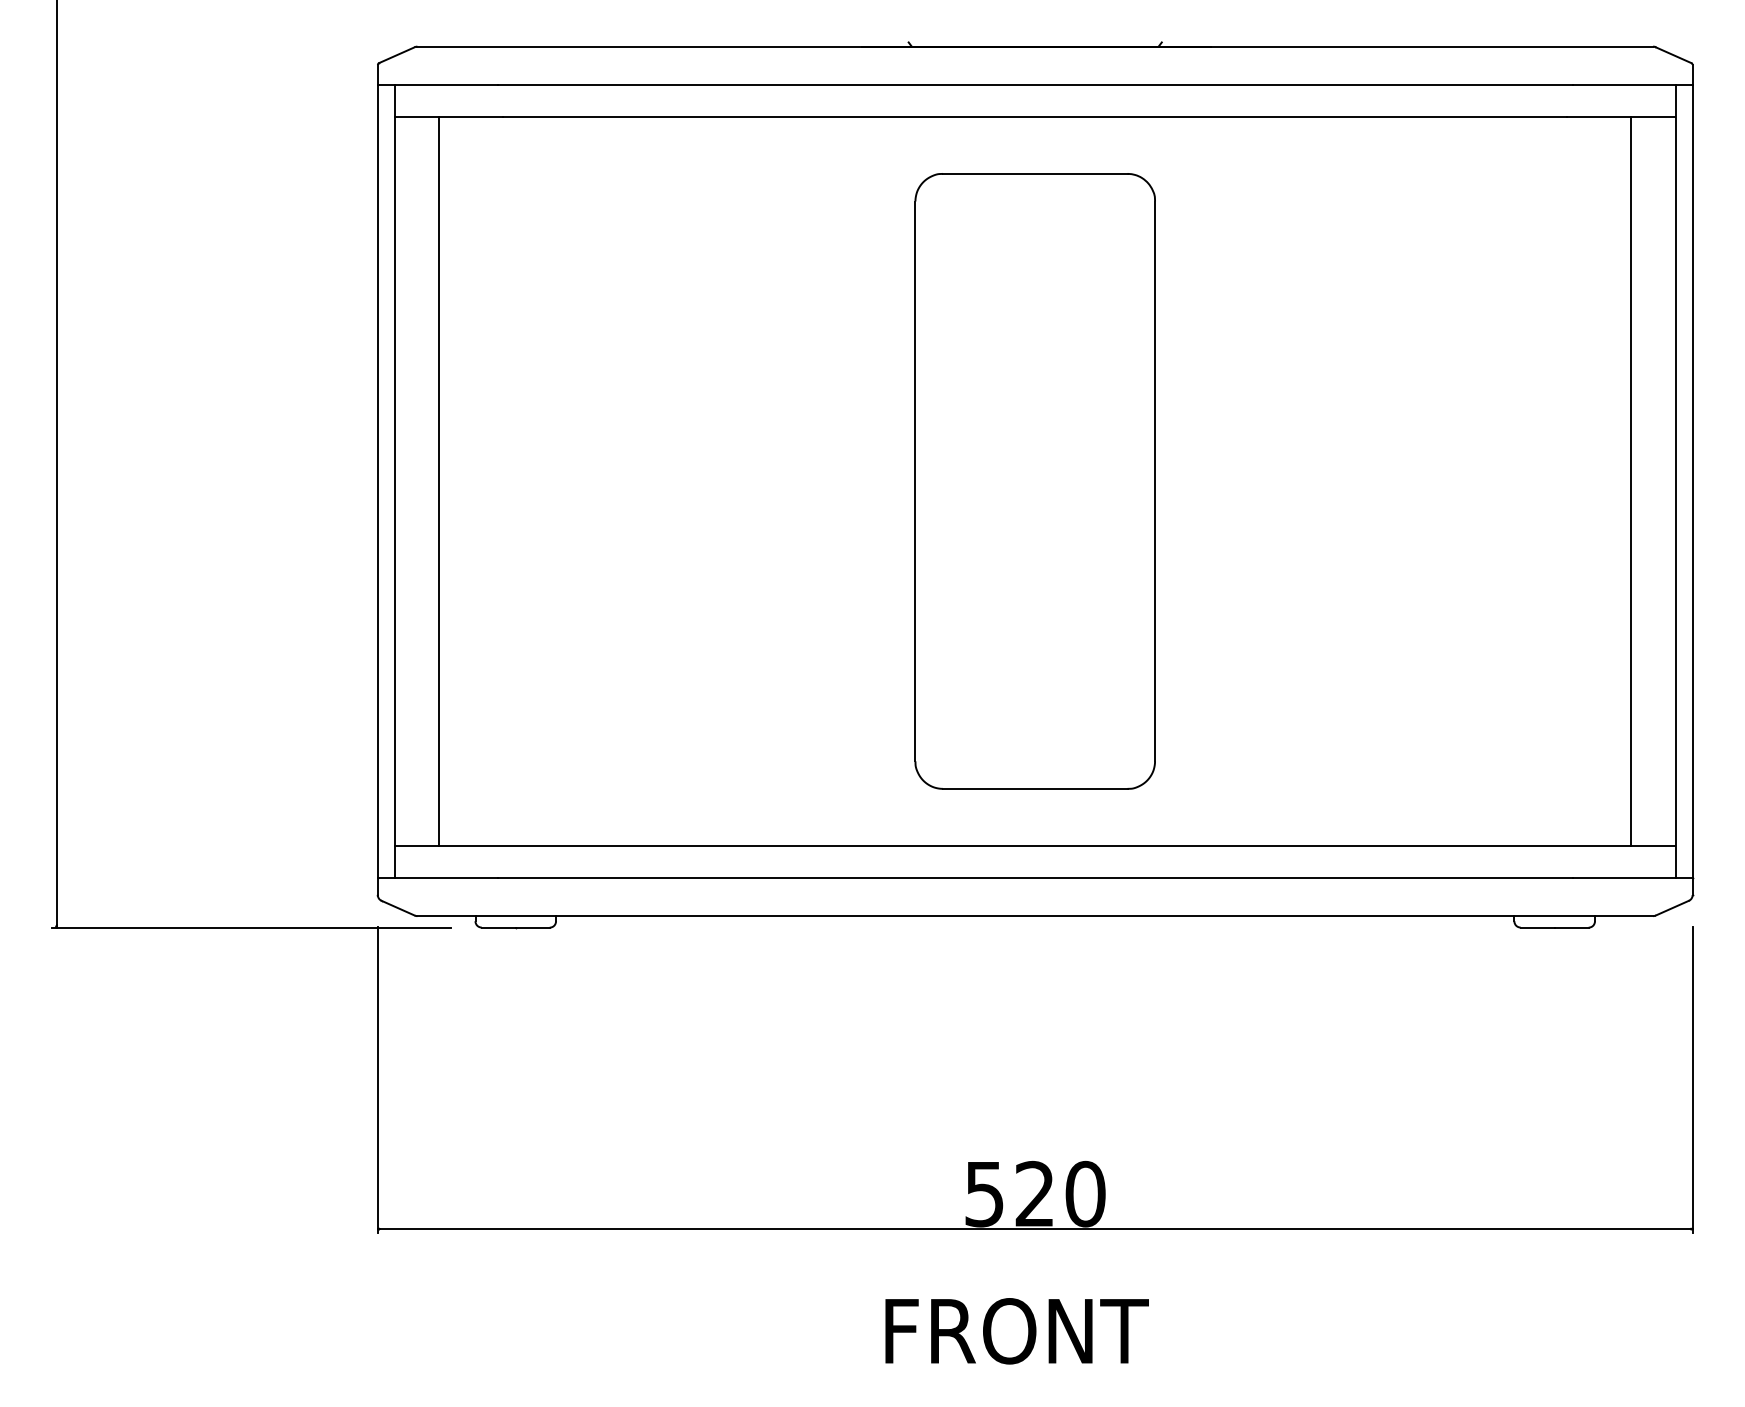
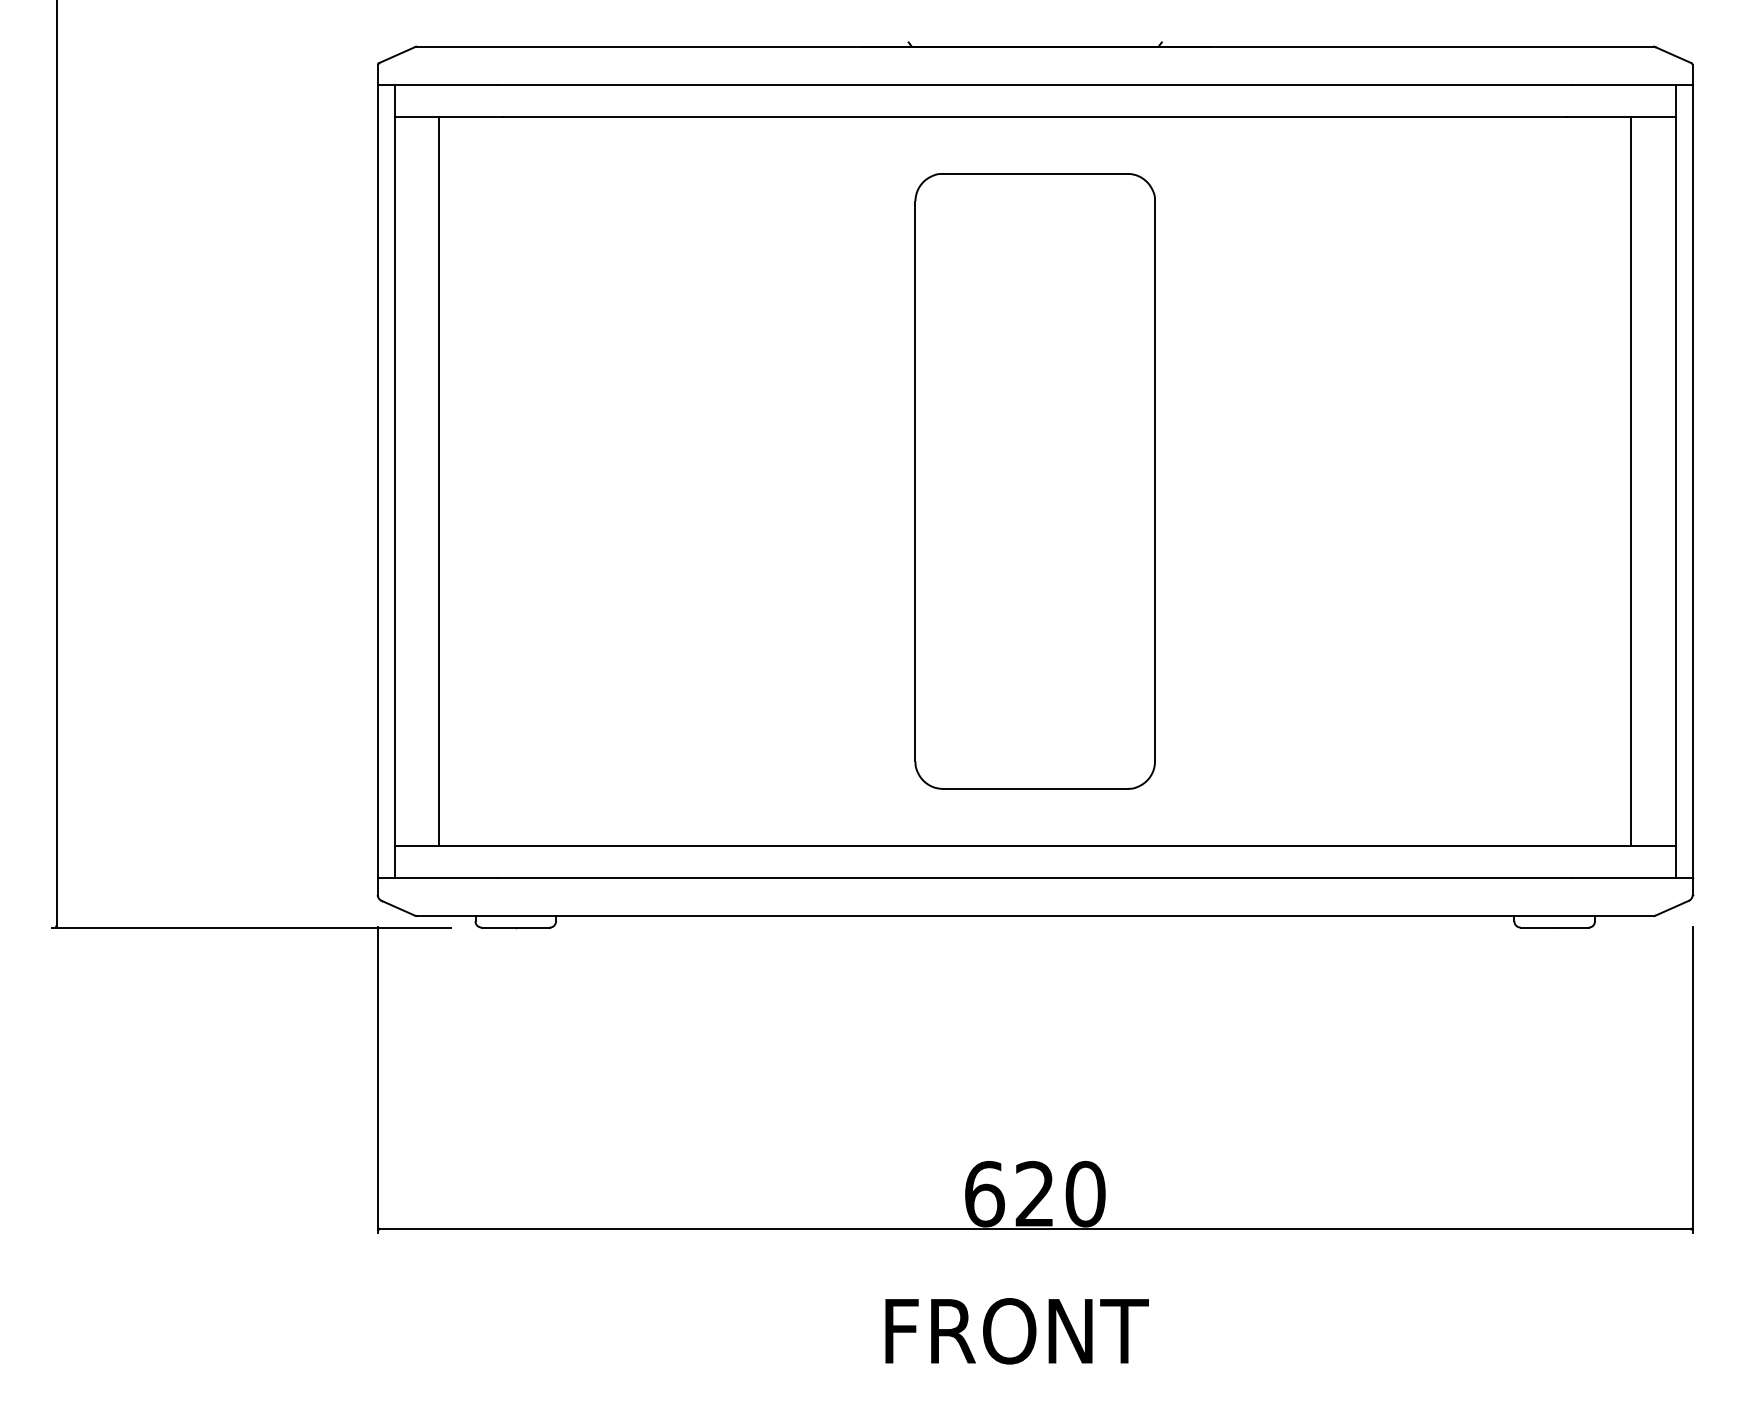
text at (984, 1193): 520 -> 620
